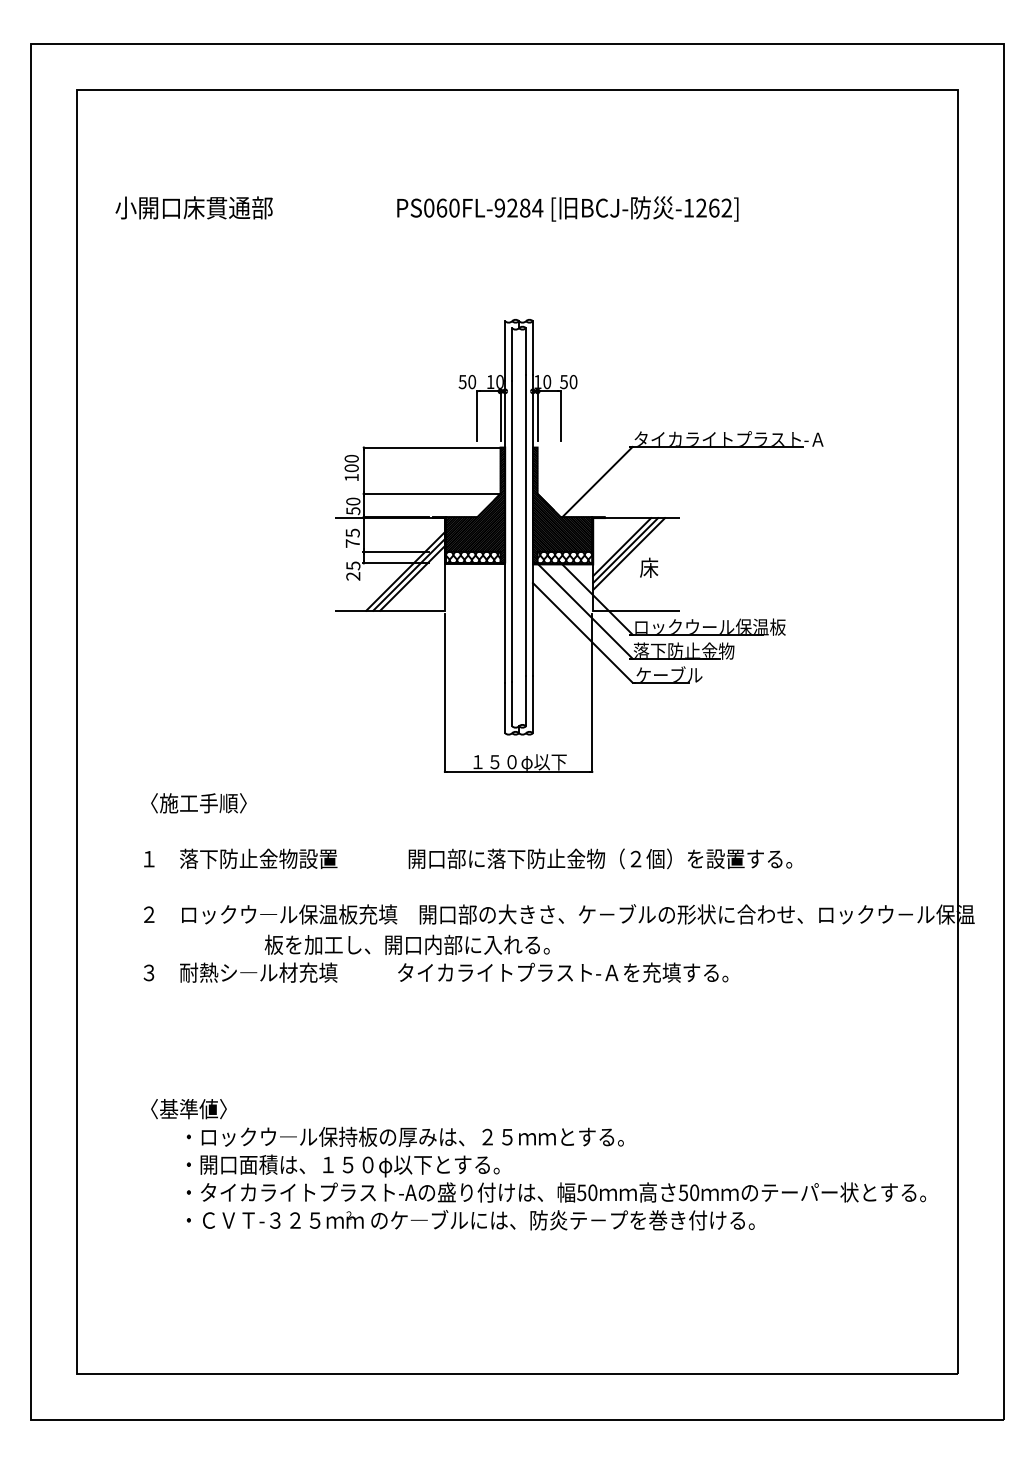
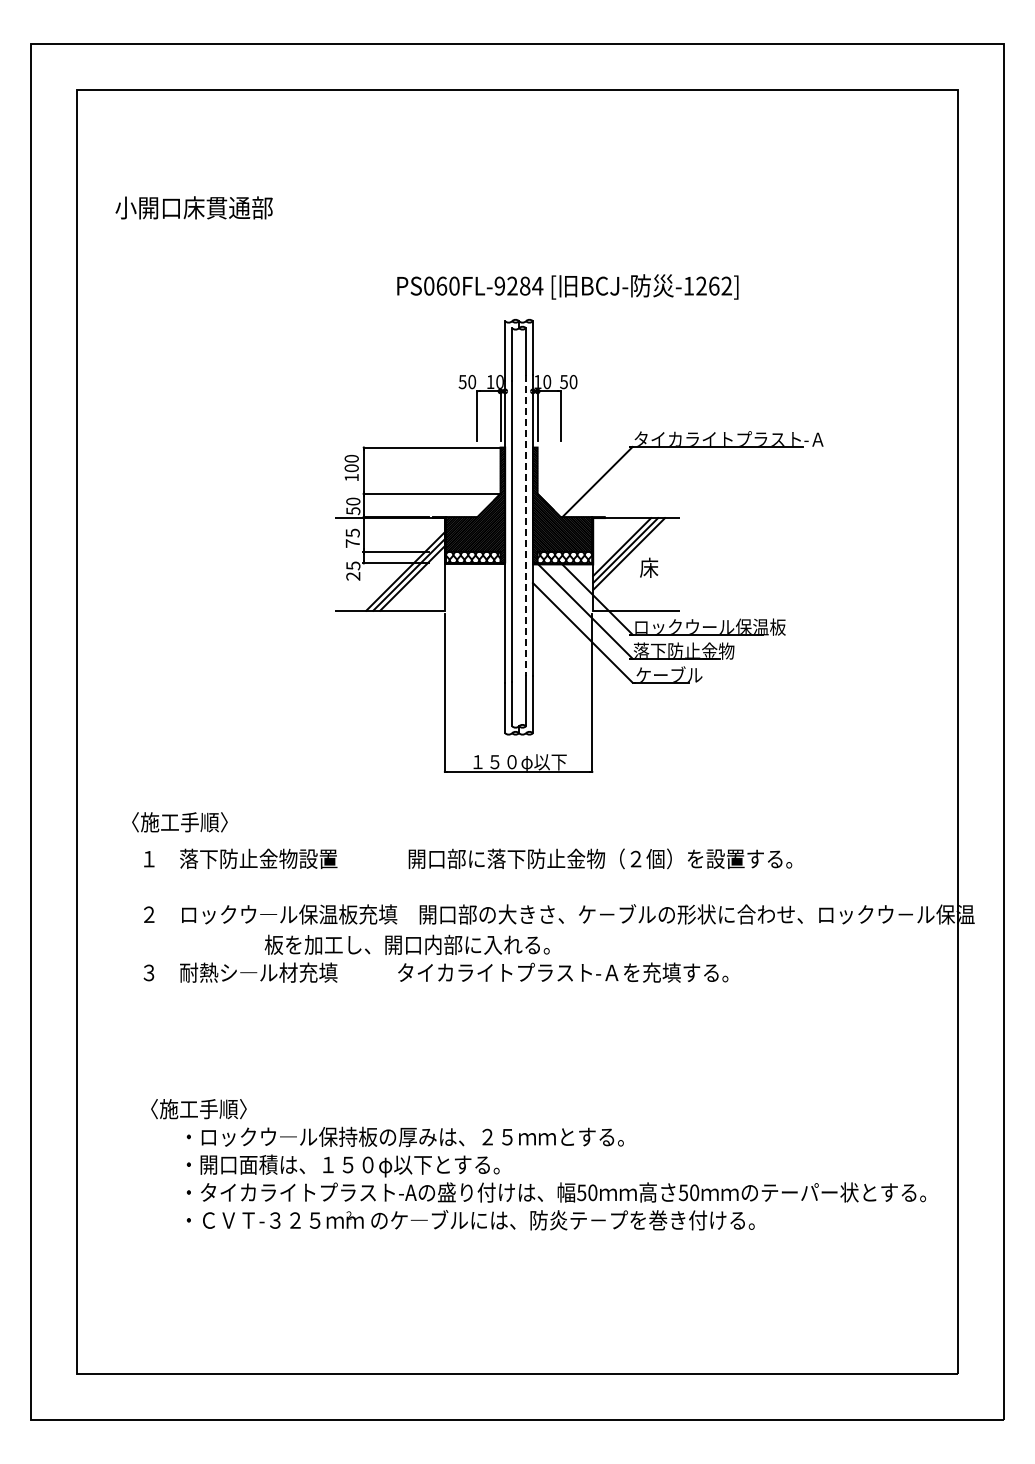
text at (567, 208) position: (567, 208) -> (567, 286)
line at (526, 525): solid -> dashed
text at (198, 803) position: (198, 803) -> (179, 822)
text at (203, 1109): 〈基準値〉 -> 〈施工手順〉
